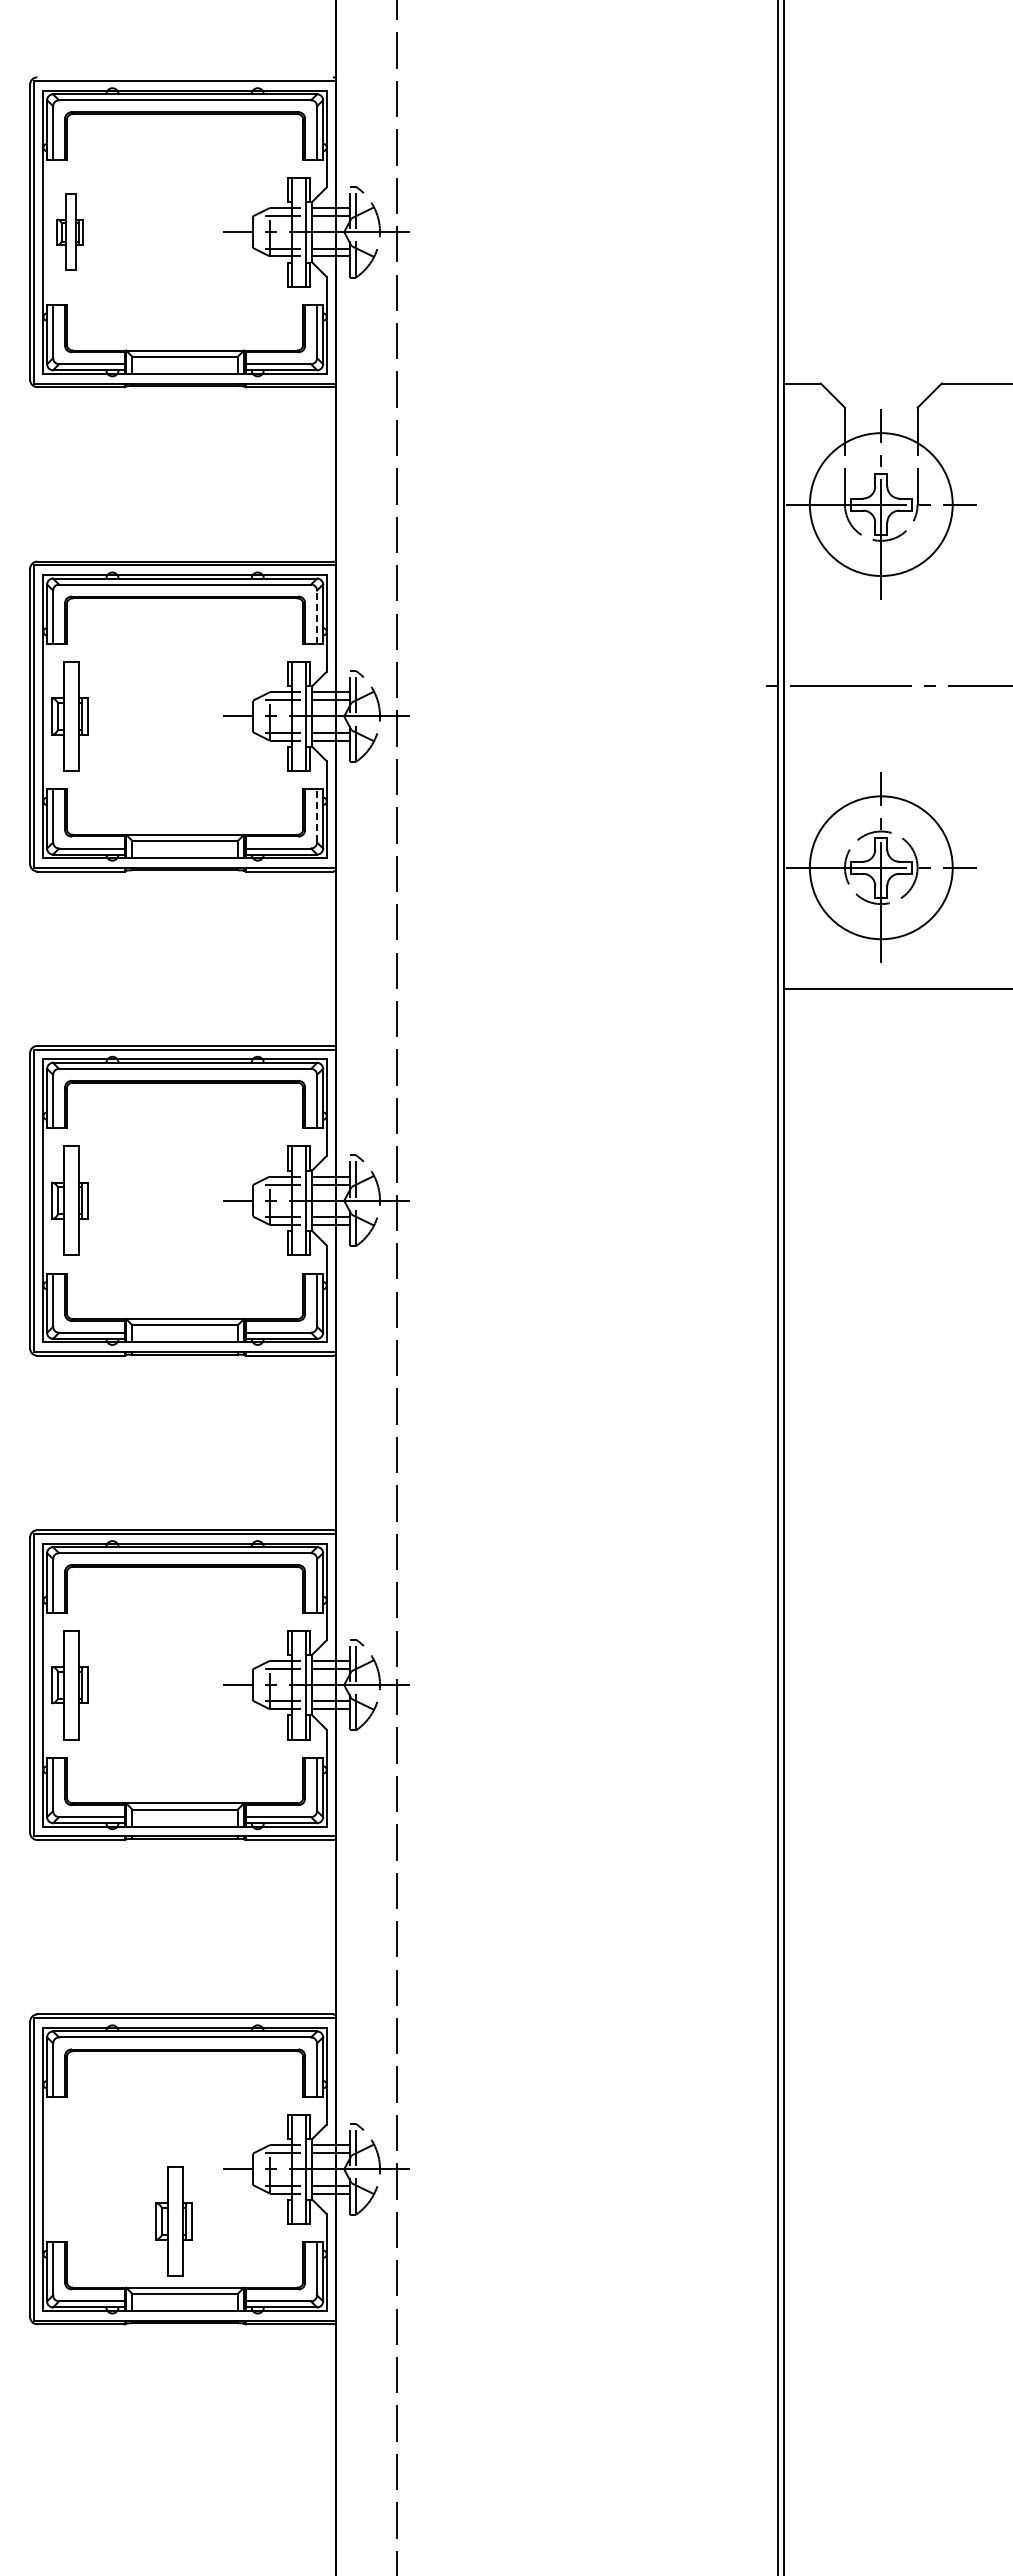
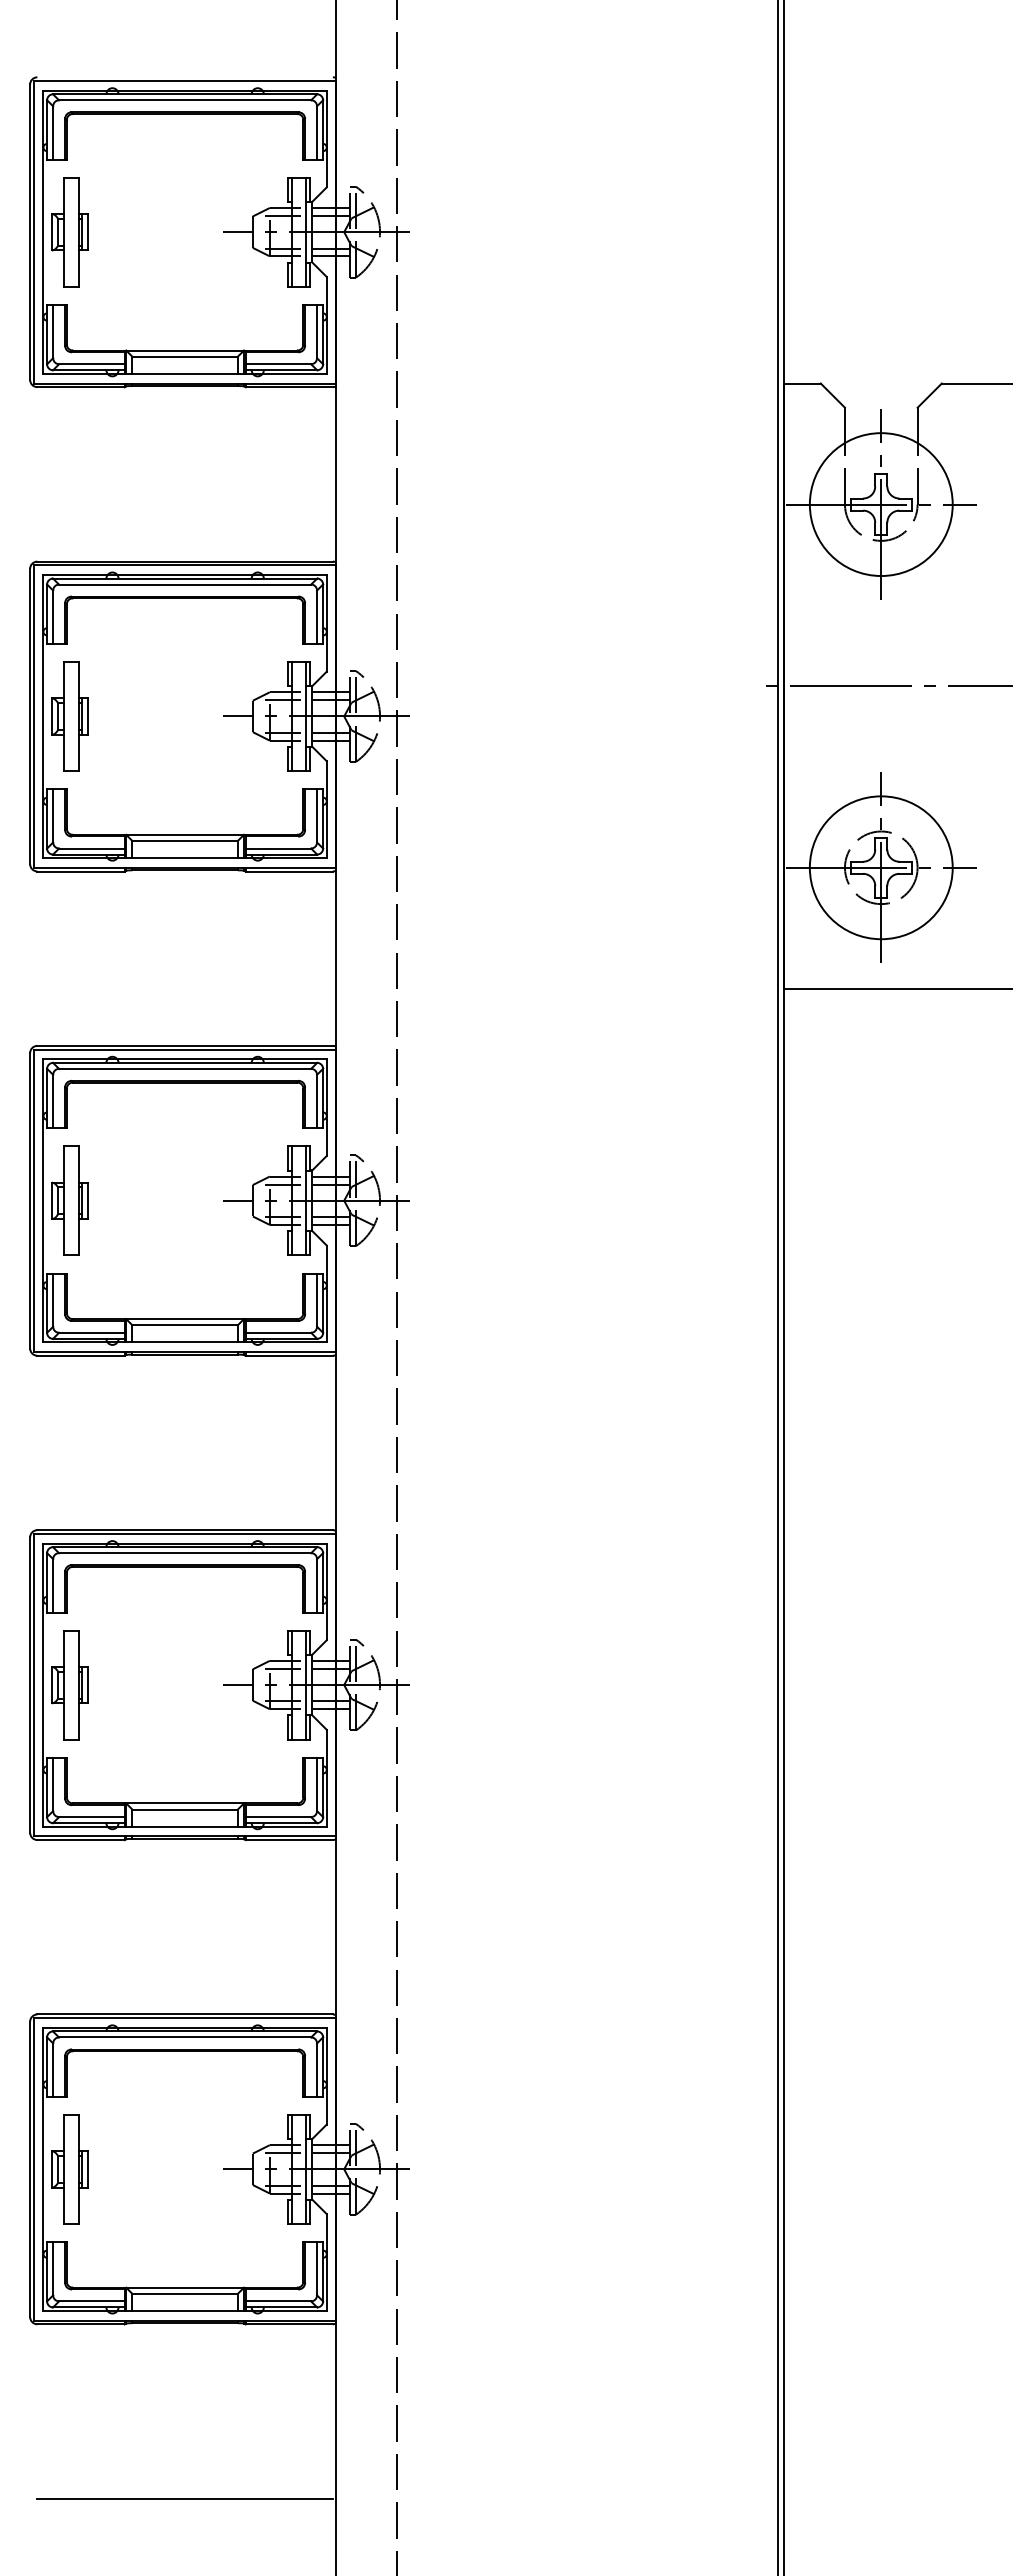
part at (69, 231) size: 28x78 px -> 38x111 px
line at (317, 617): dashed -> solid
line at (317, 815): dashed -> solid
part at (173, 2221) position: (173, 2221) -> (69, 2169)
line at (184, 2498): none -> present
